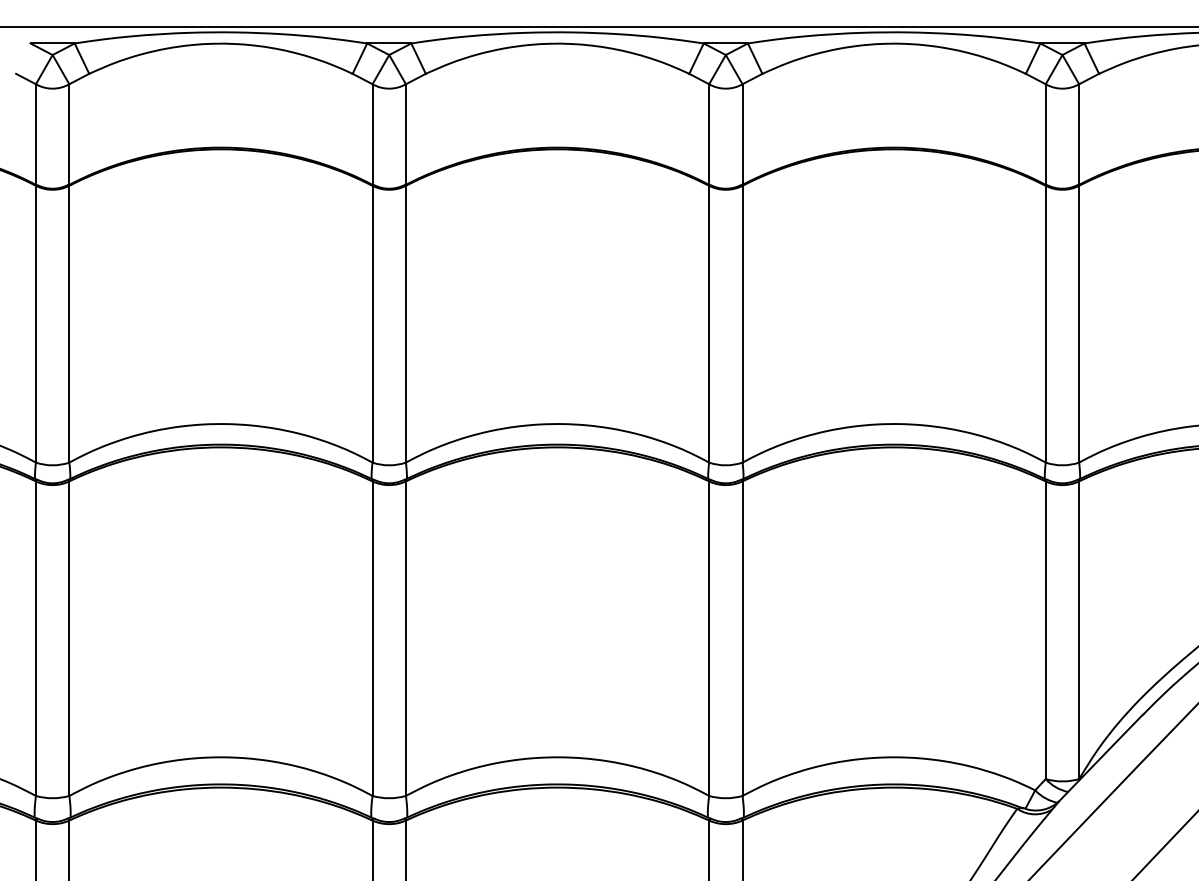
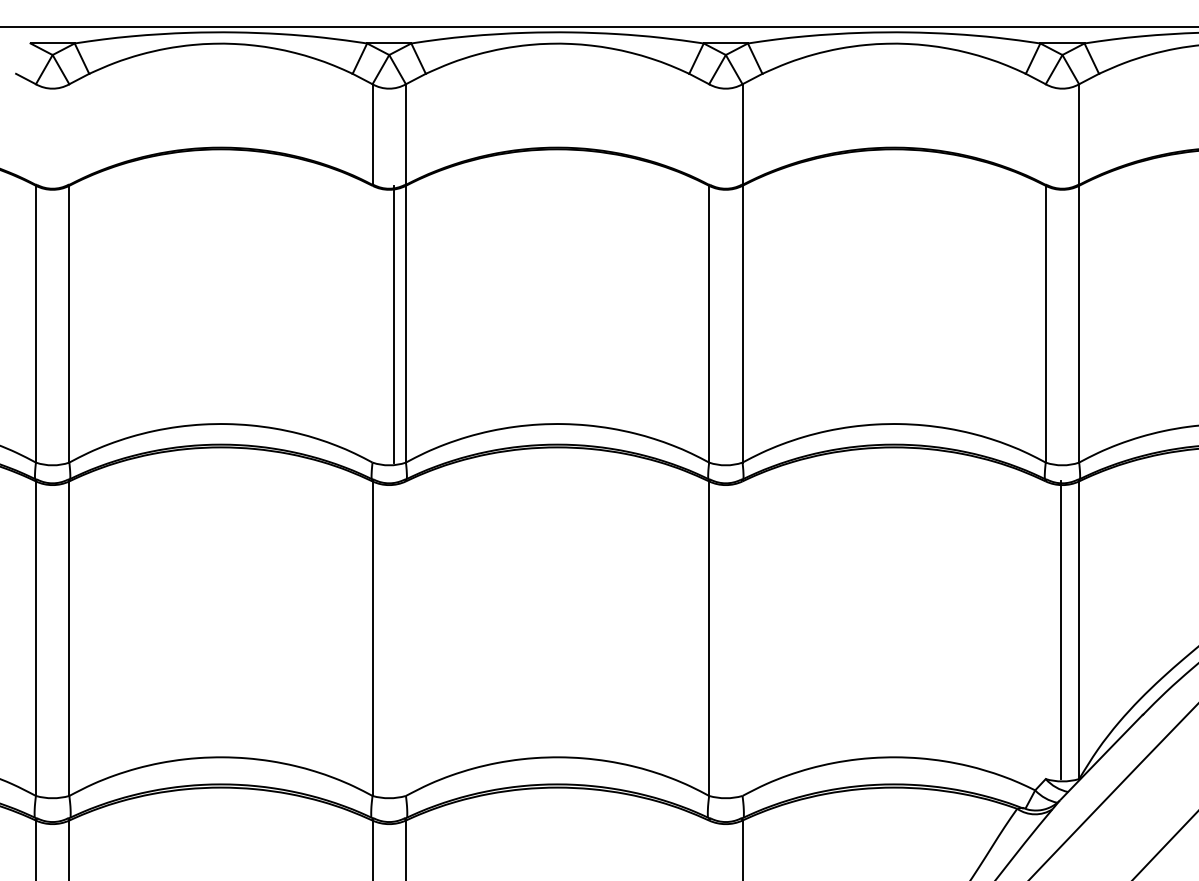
line at (35, 134): present -> none
line at (69, 134): present -> none
line at (709, 134): present -> none
line at (1045, 134): present -> none
line at (372, 323) position: (372, 323) -> (393, 323)
line at (1045, 630) position: (1045, 630) -> (1060, 630)
line at (405, 638): present -> none
line at (742, 638): present -> none
line at (709, 848): present -> none
